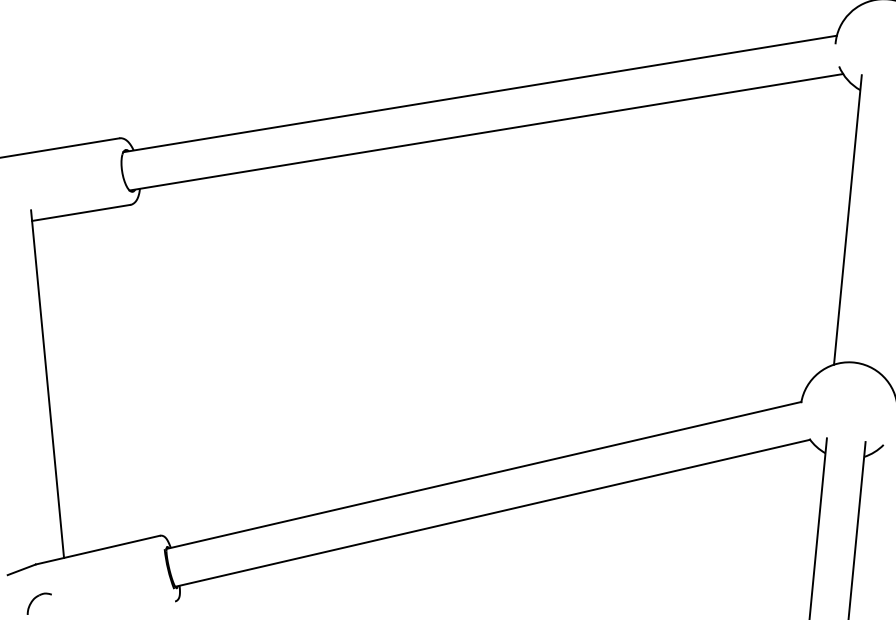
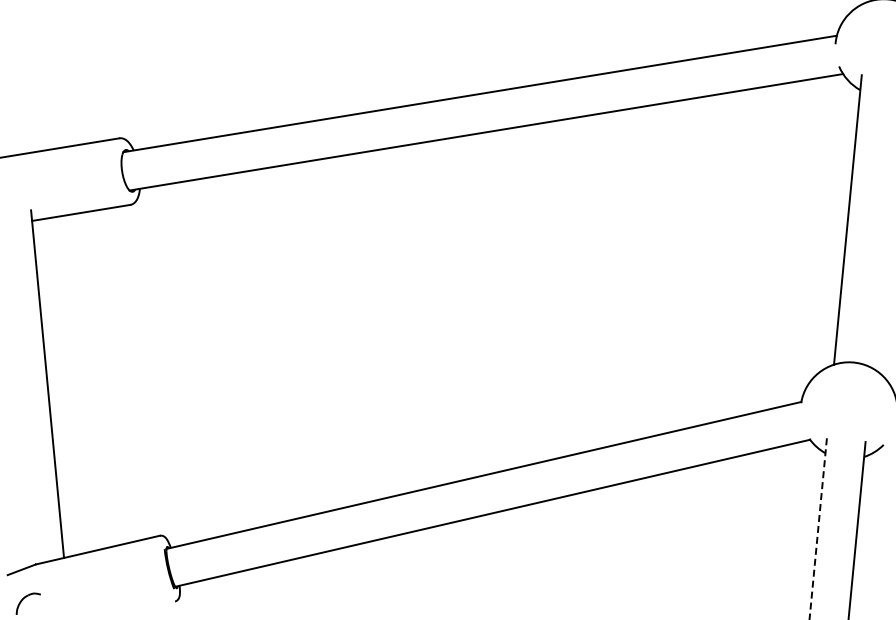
line at (818, 528): solid -> dashed
part at (38, 603) position: (38, 603) -> (27, 603)
